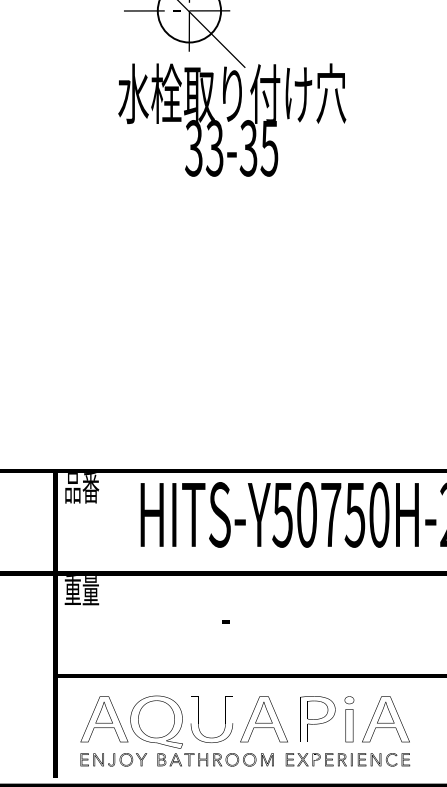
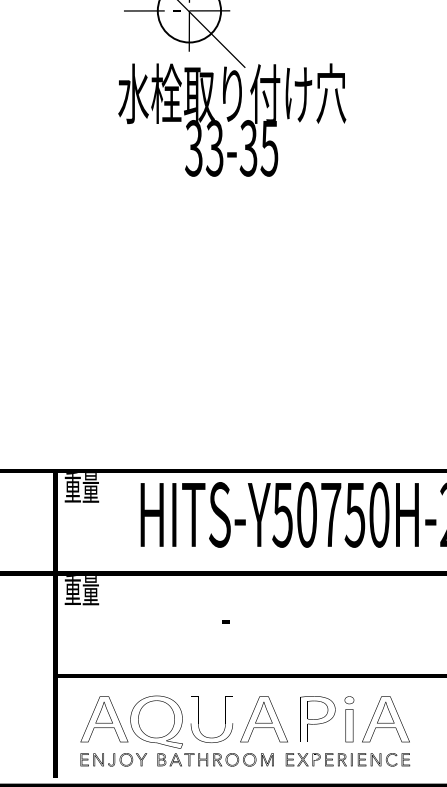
text at (81, 488): 品番 -> 重量
